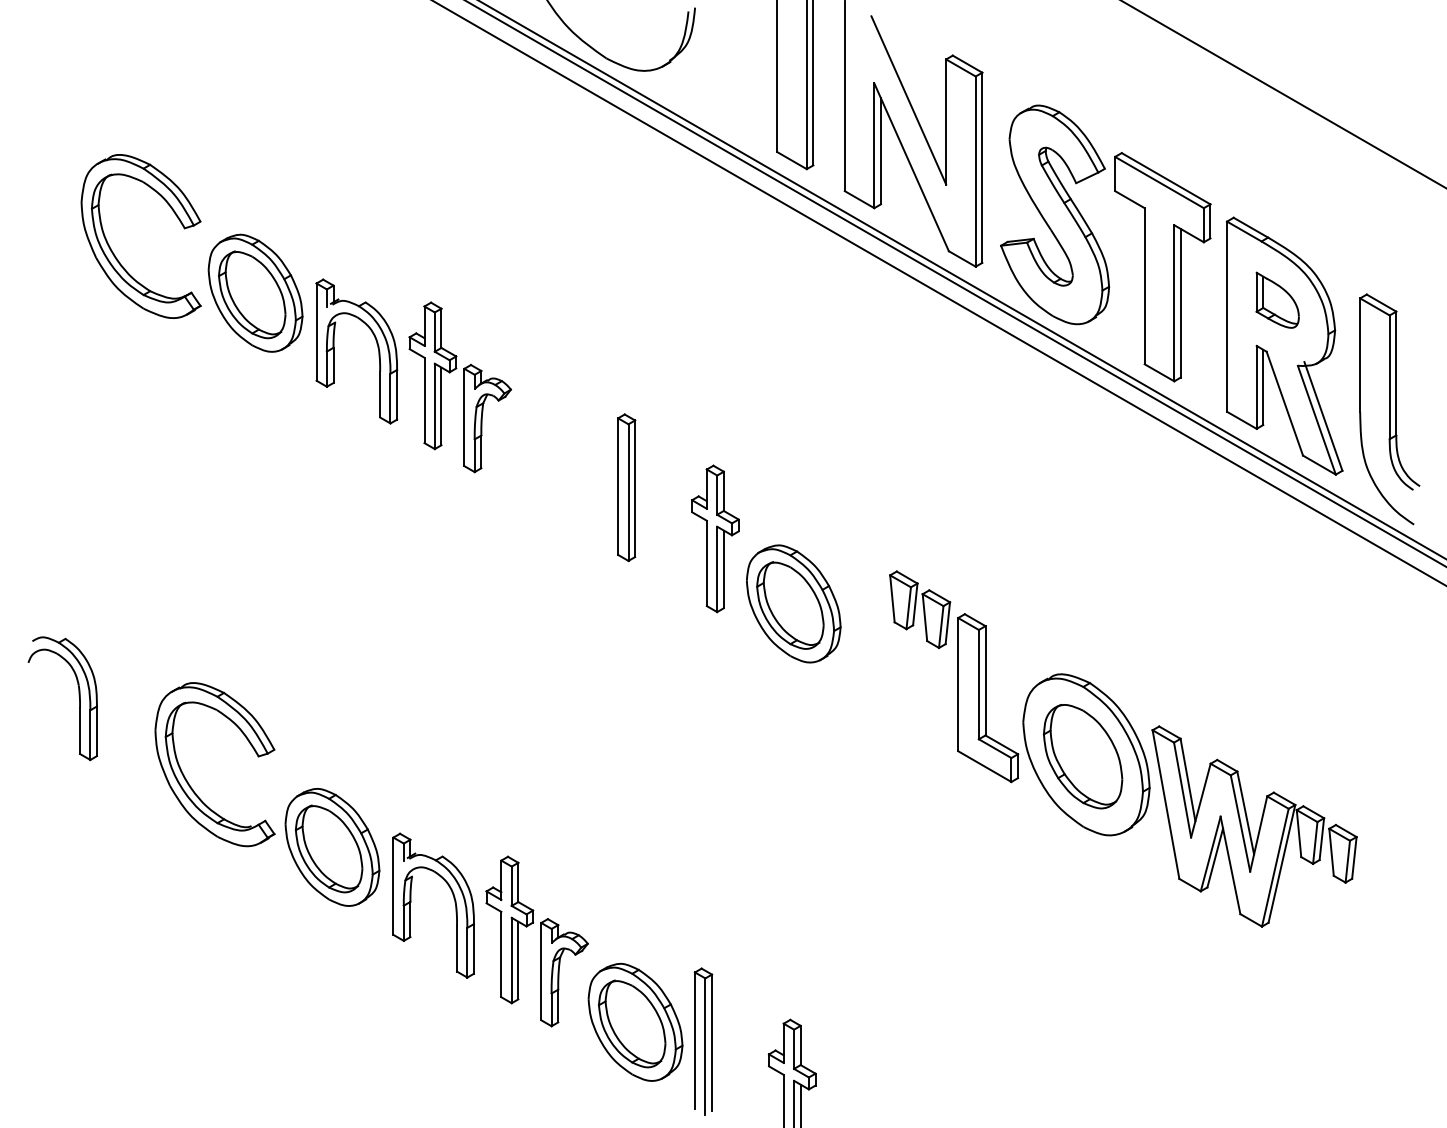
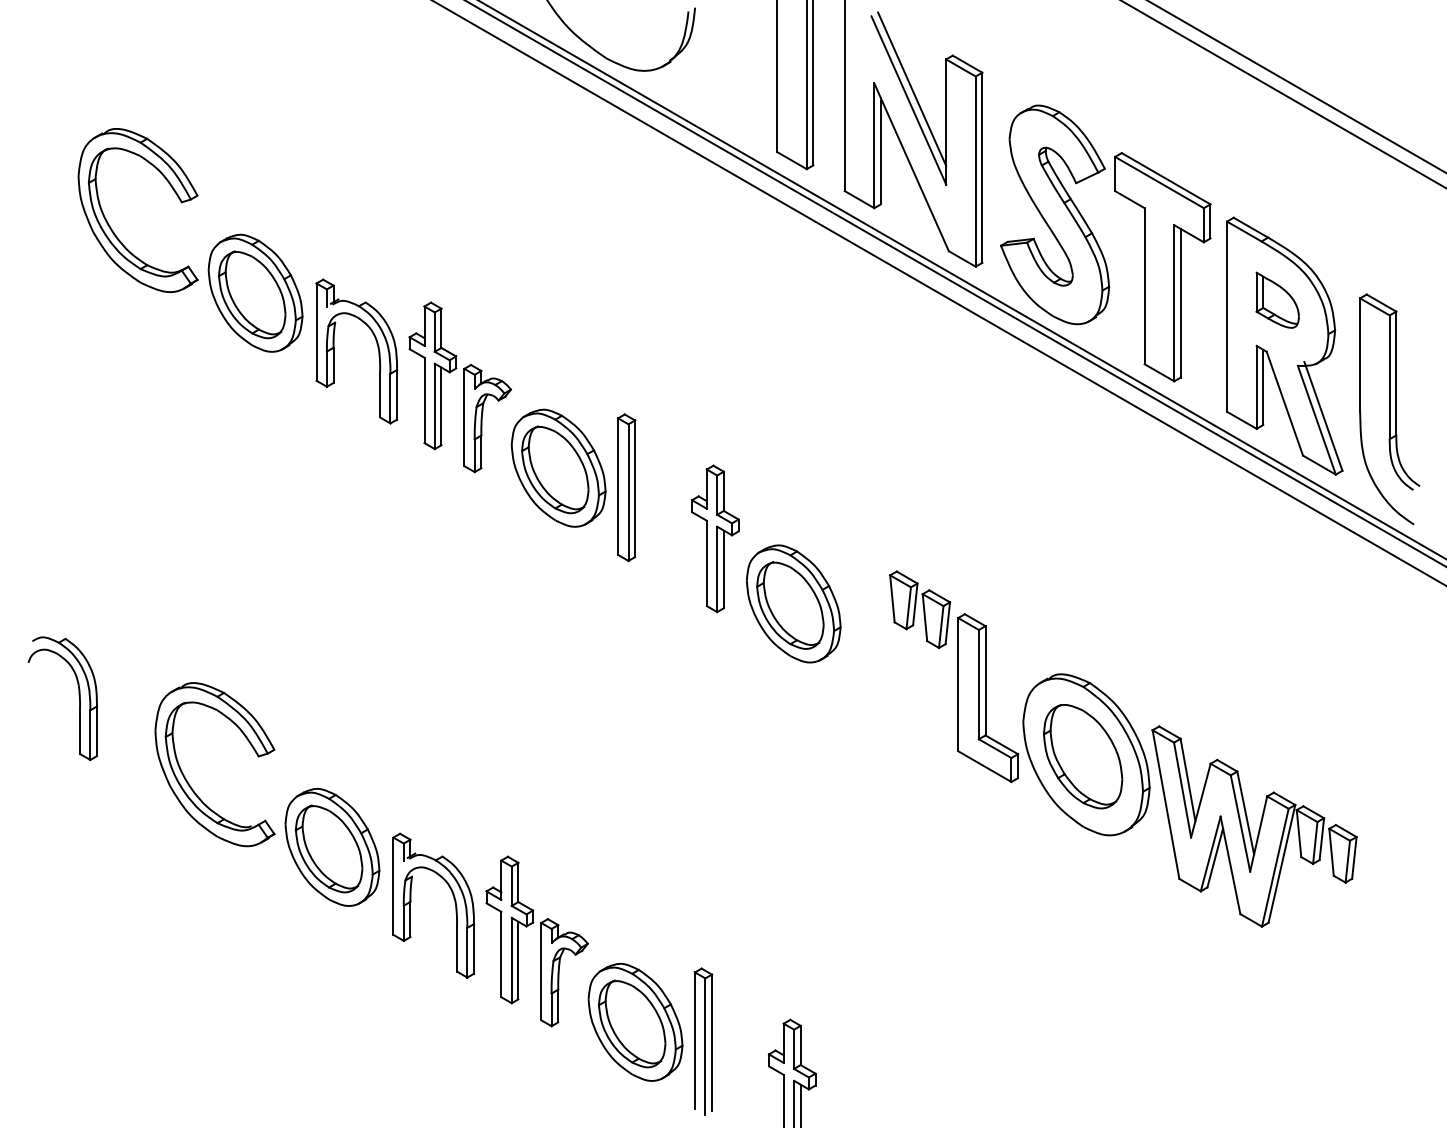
line at (1296, 86): none -> present
line at (912, 88): none -> present
part at (114, 253) position: (114, 253) -> (111, 227)
part at (558, 467): none -> present
